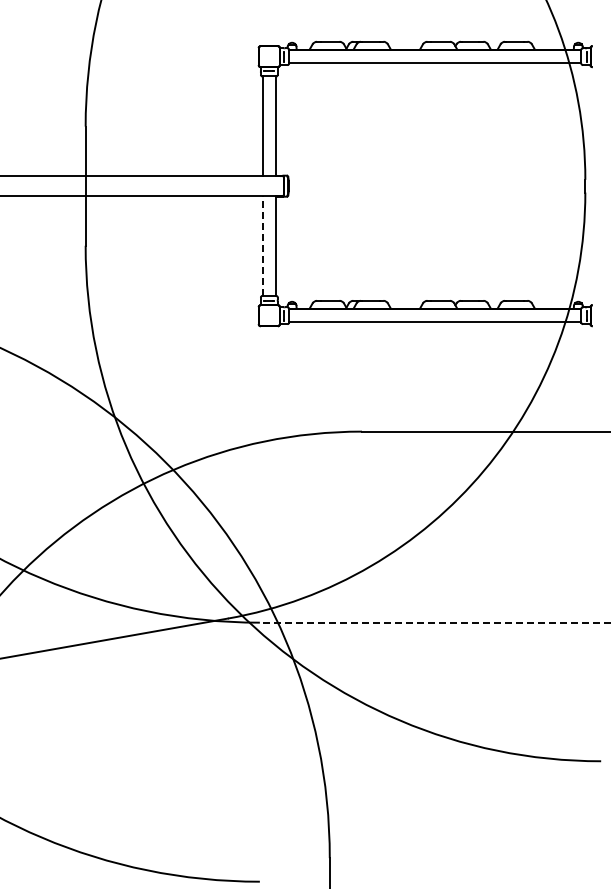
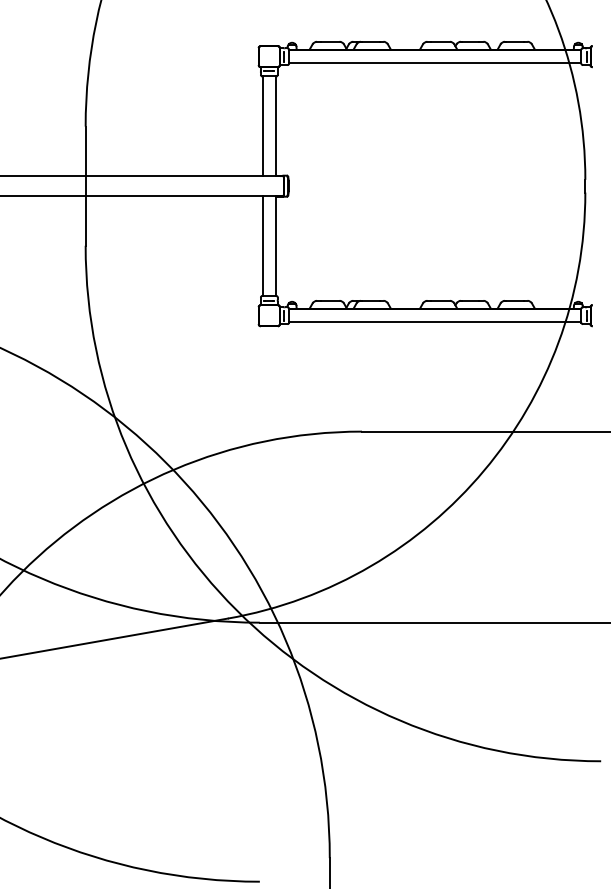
line at (263, 245): dashed -> solid
line at (434, 622): dashed -> solid
